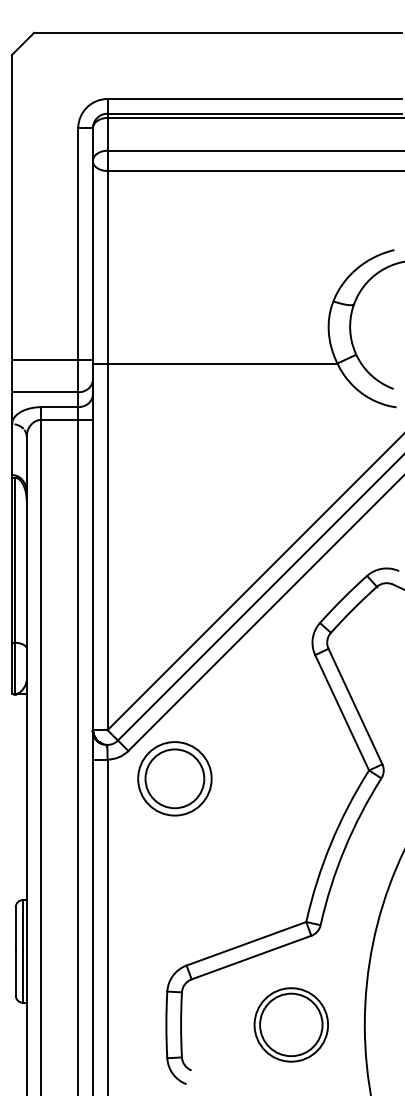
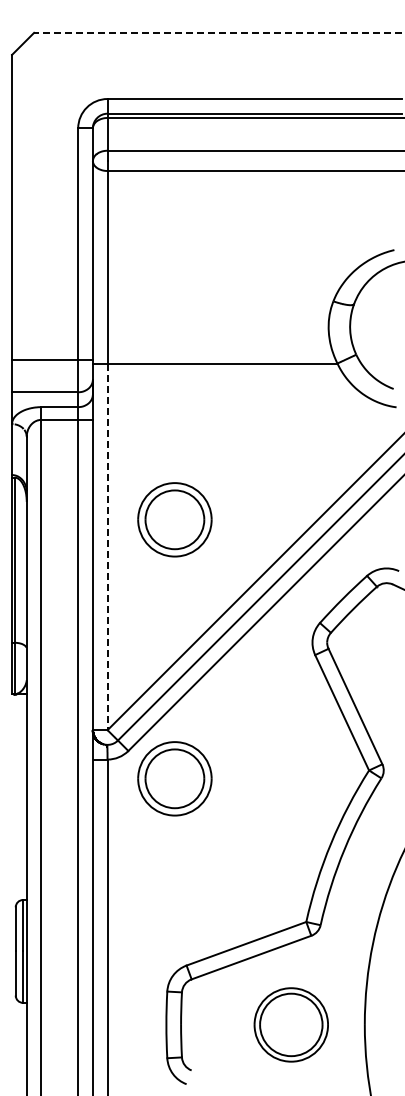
line at (218, 32): solid -> dashed
part at (174, 519): none -> present
line at (107, 547): solid -> dashed
